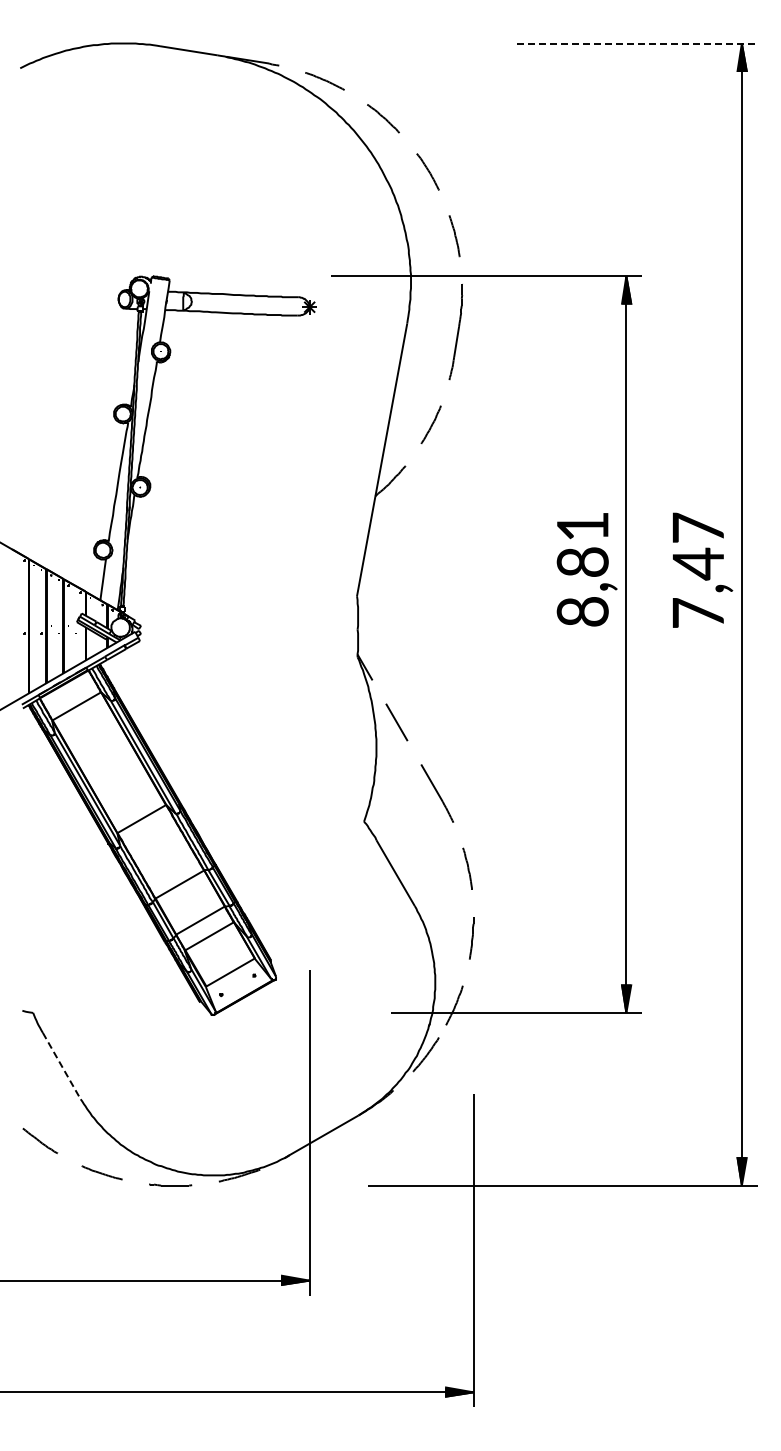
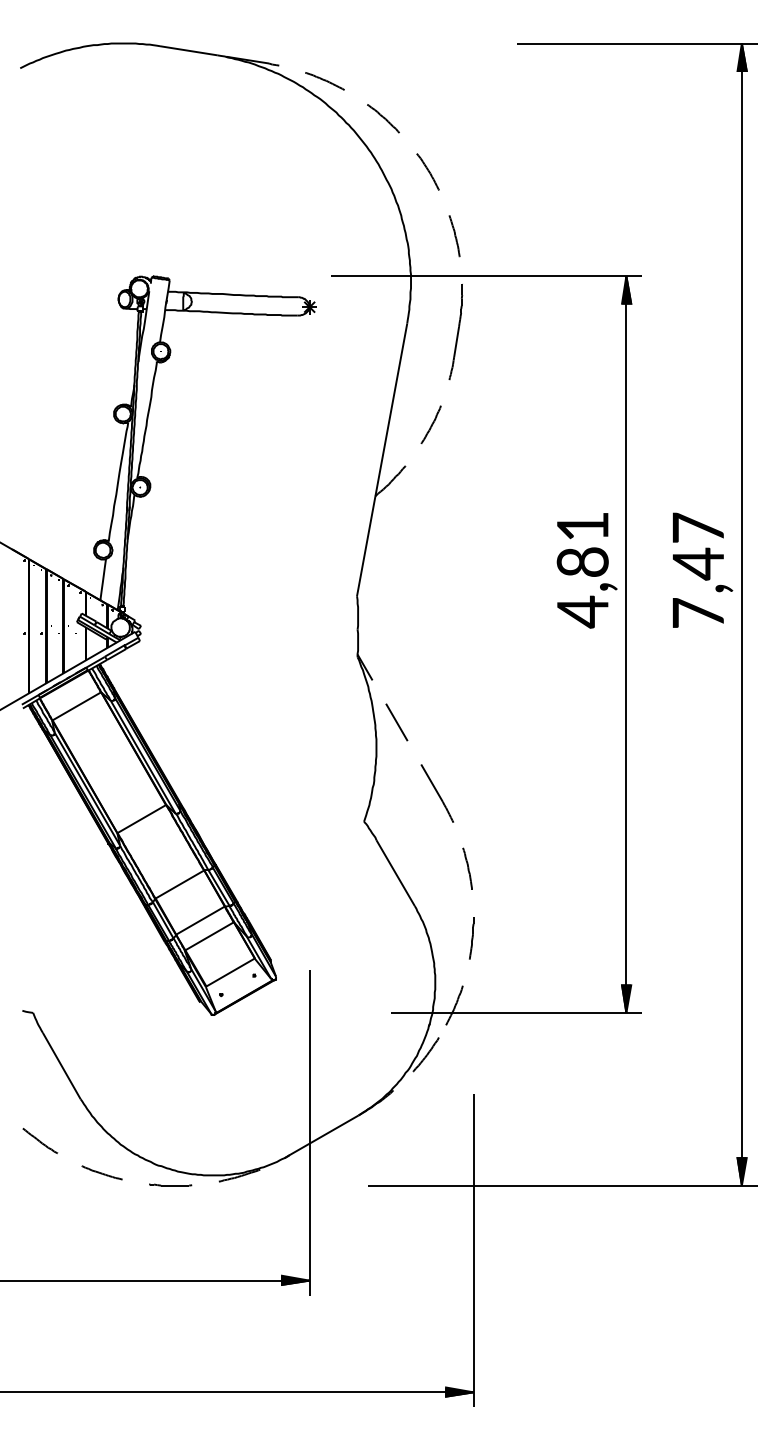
line at (637, 43): dashed -> solid
text at (582, 611): 8,81 -> 4,81
line at (62, 1066): dashed -> solid
